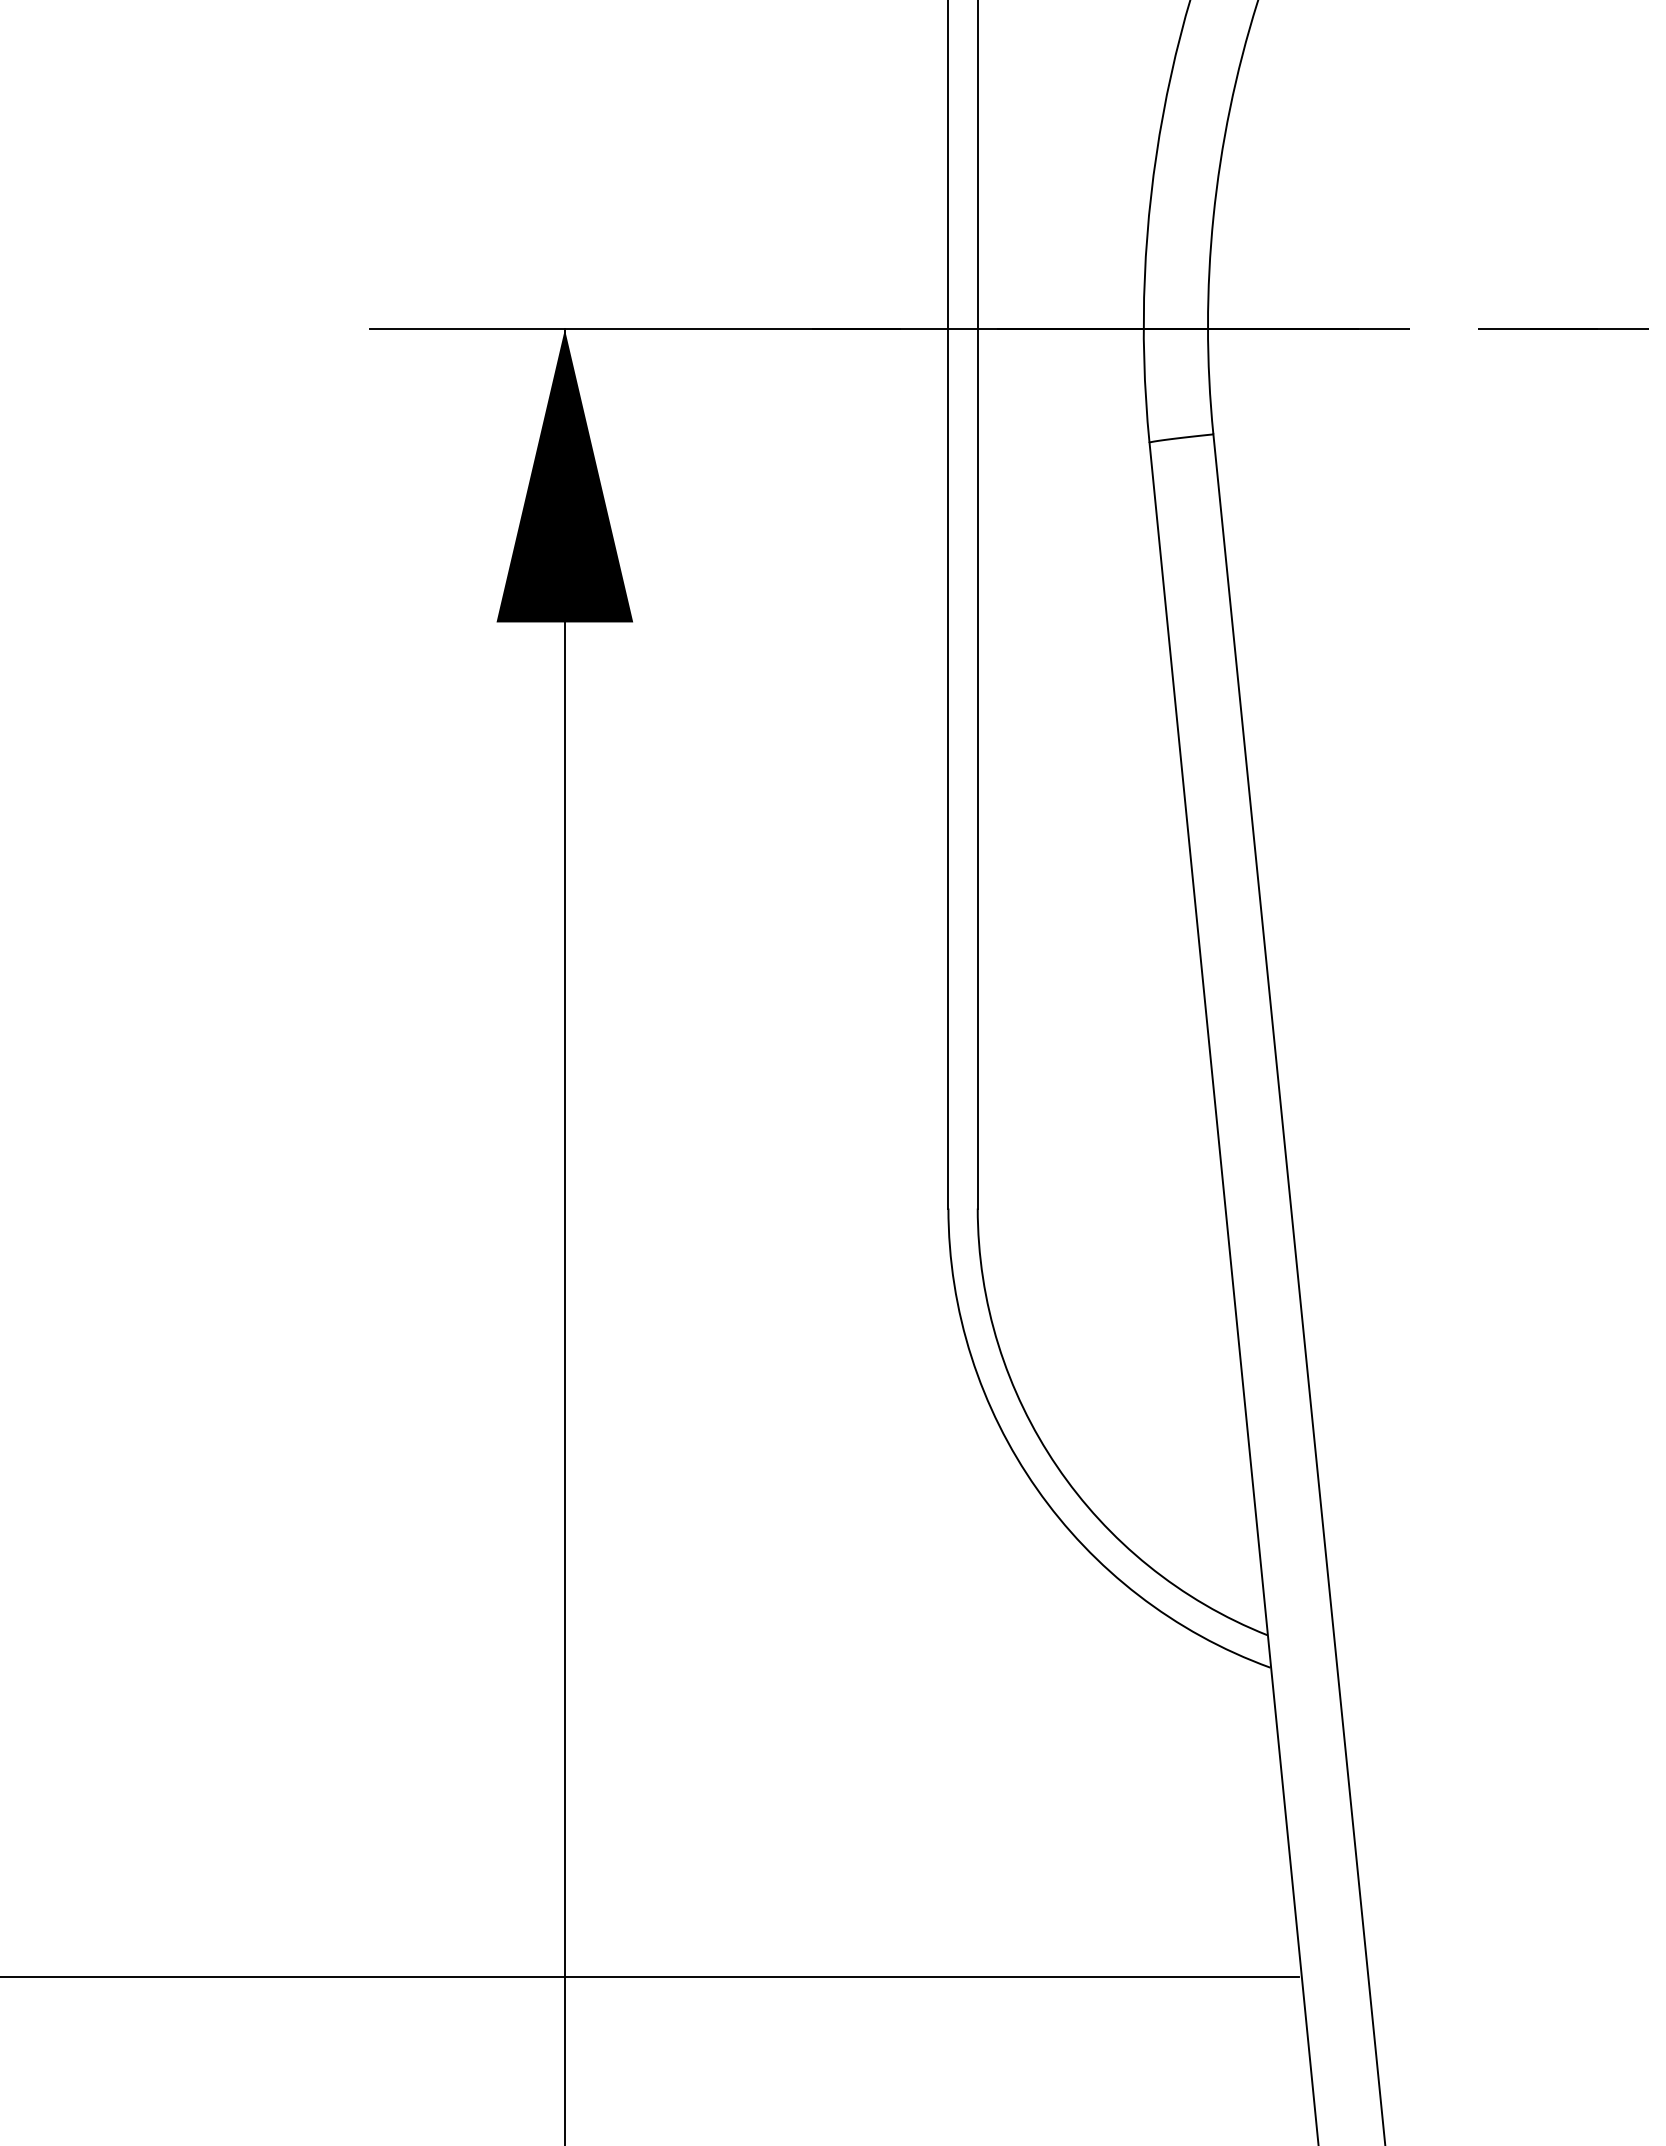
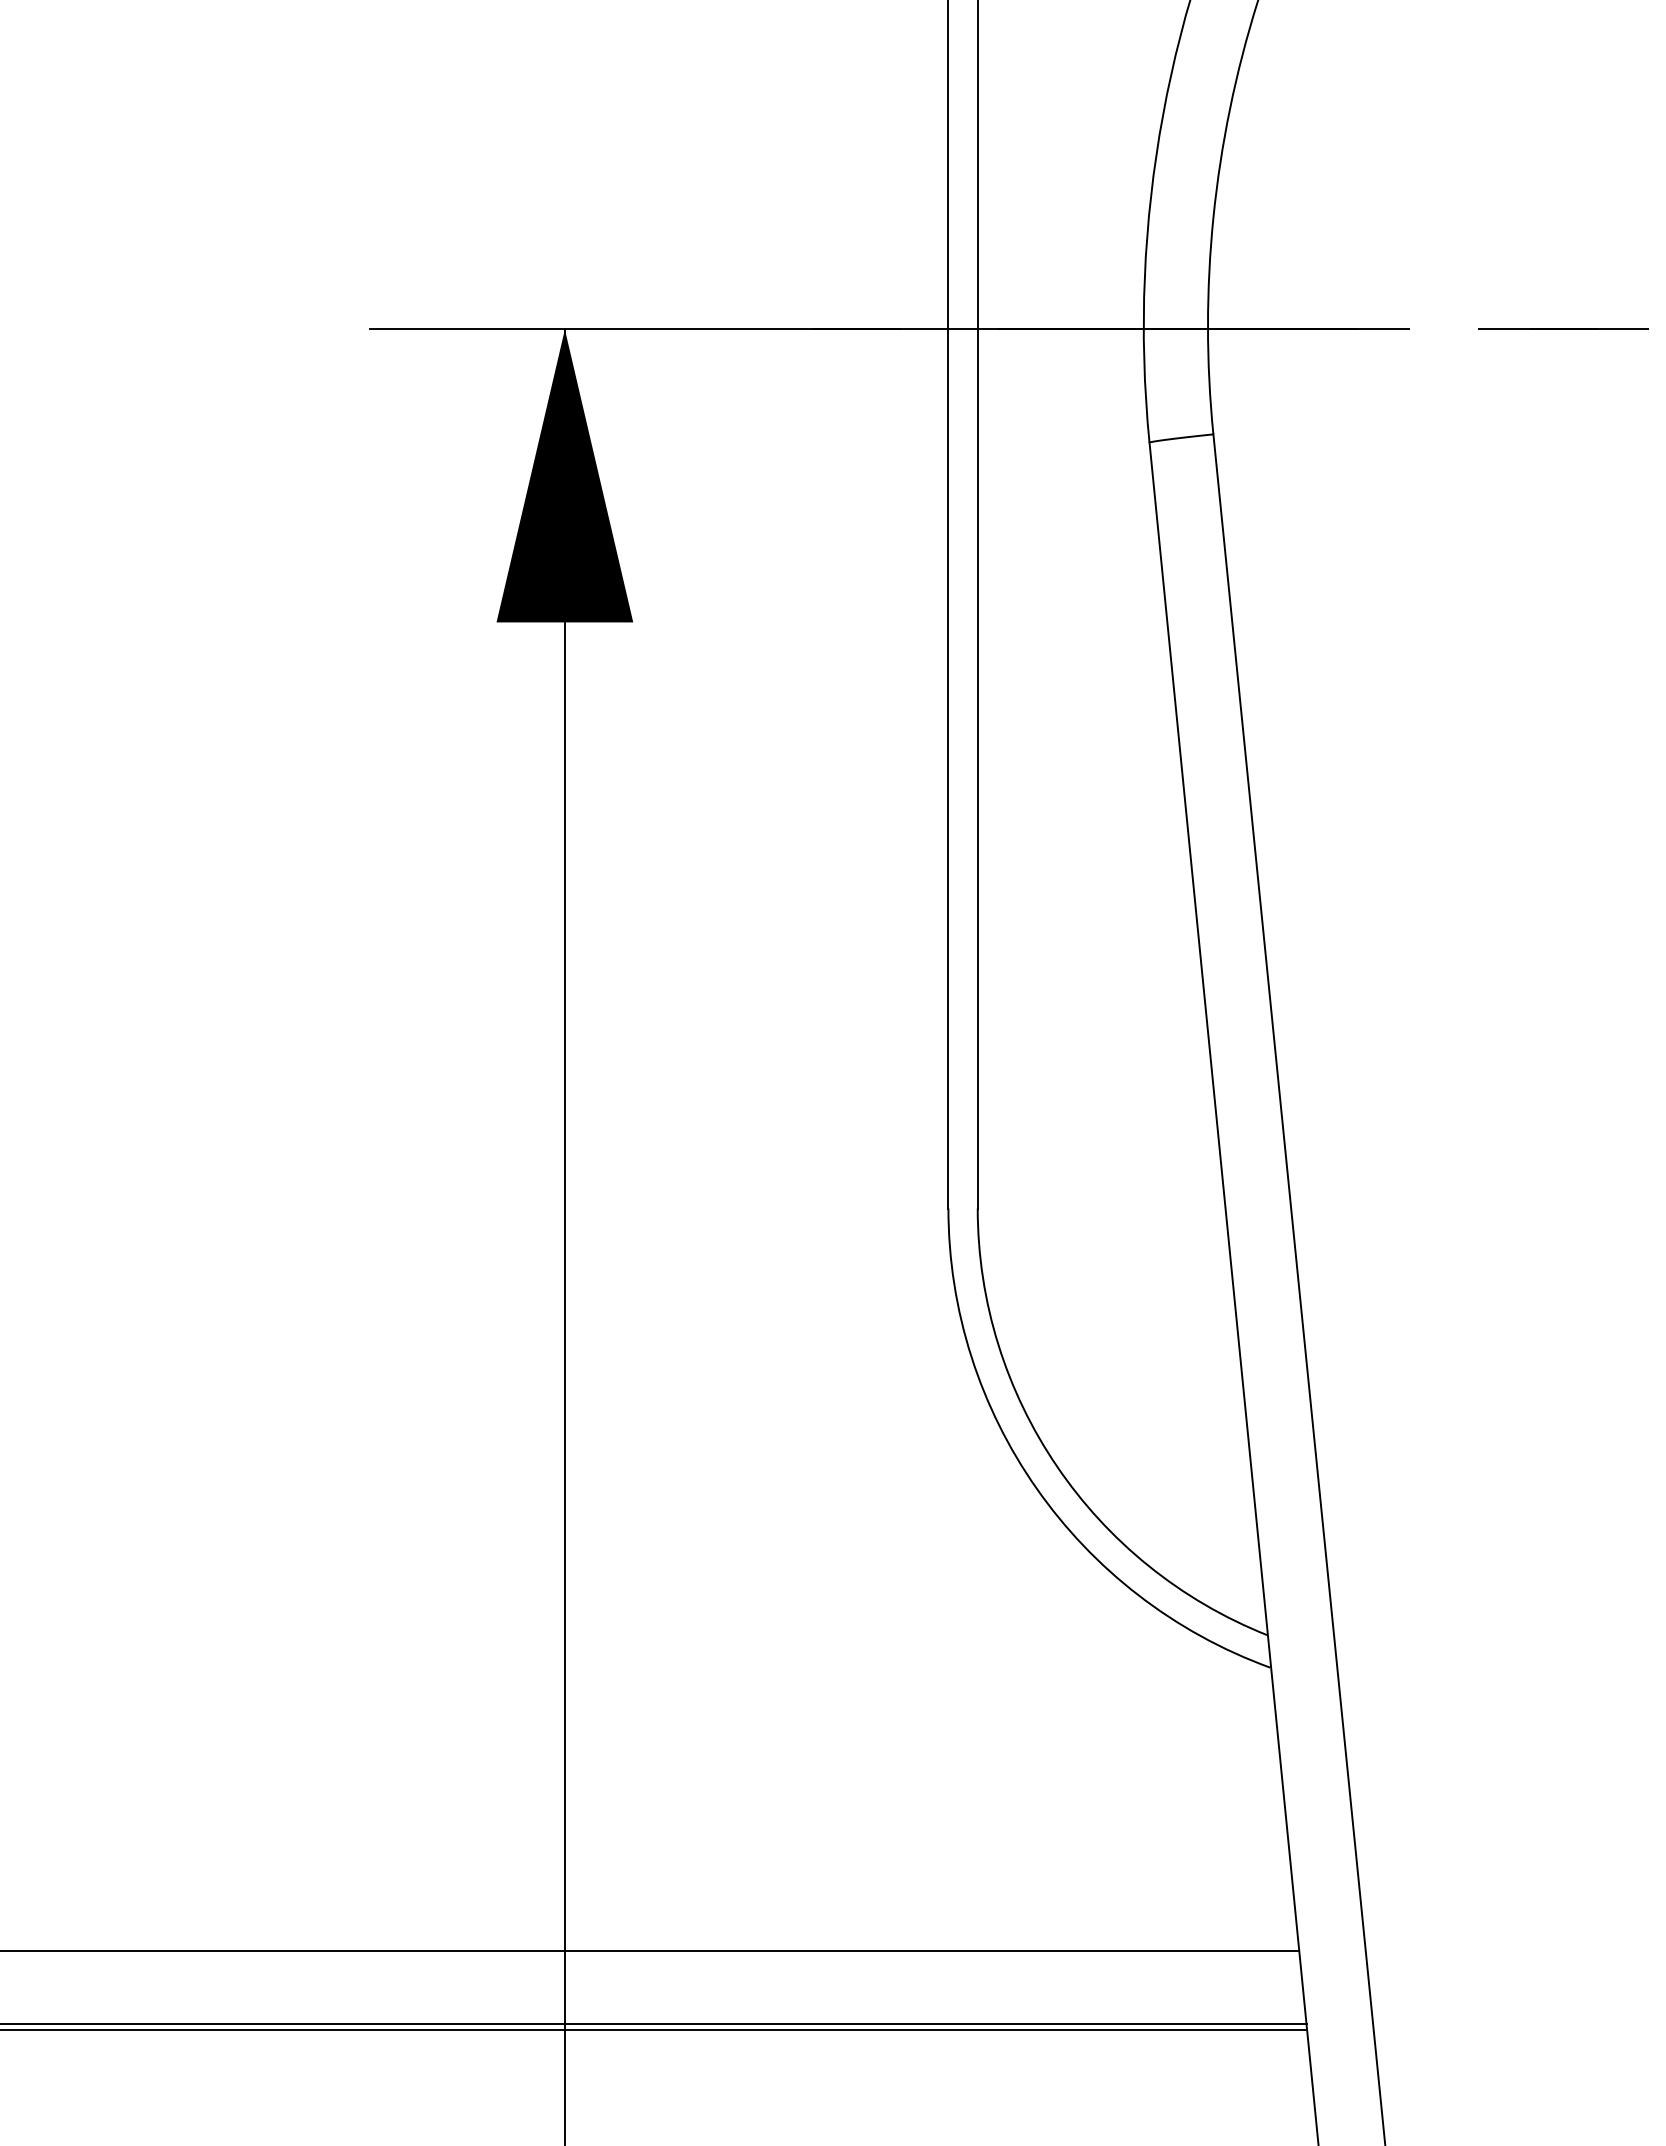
line at (650, 1976) position: (650, 1976) -> (650, 1950)
line at (654, 2024): none -> present
line at (654, 2030): none -> present
